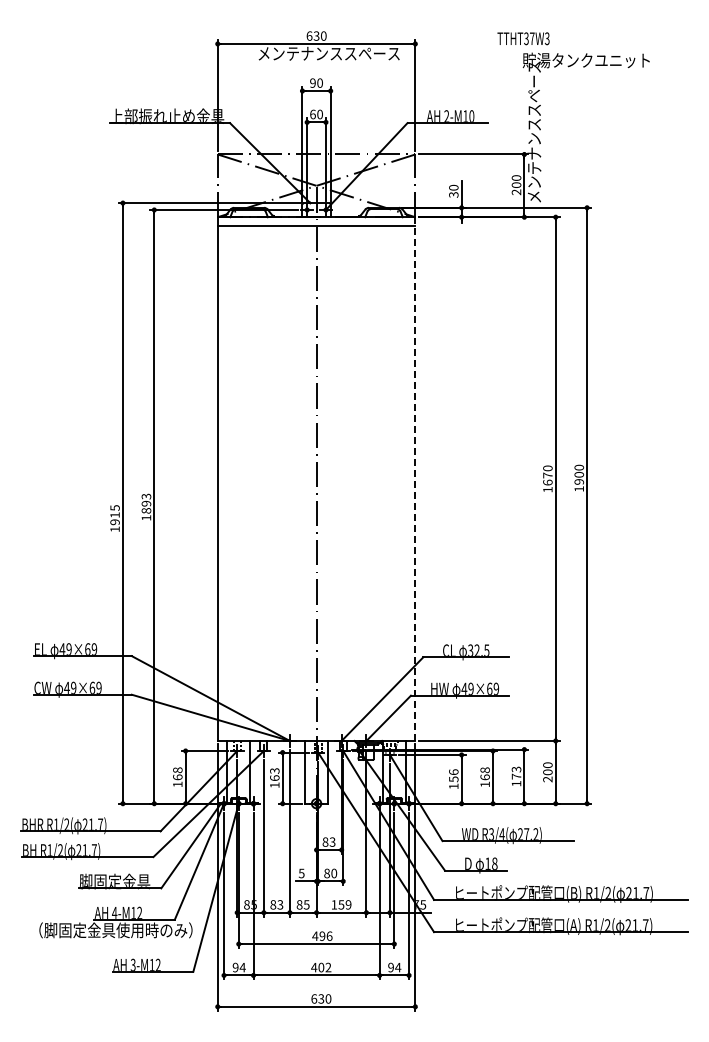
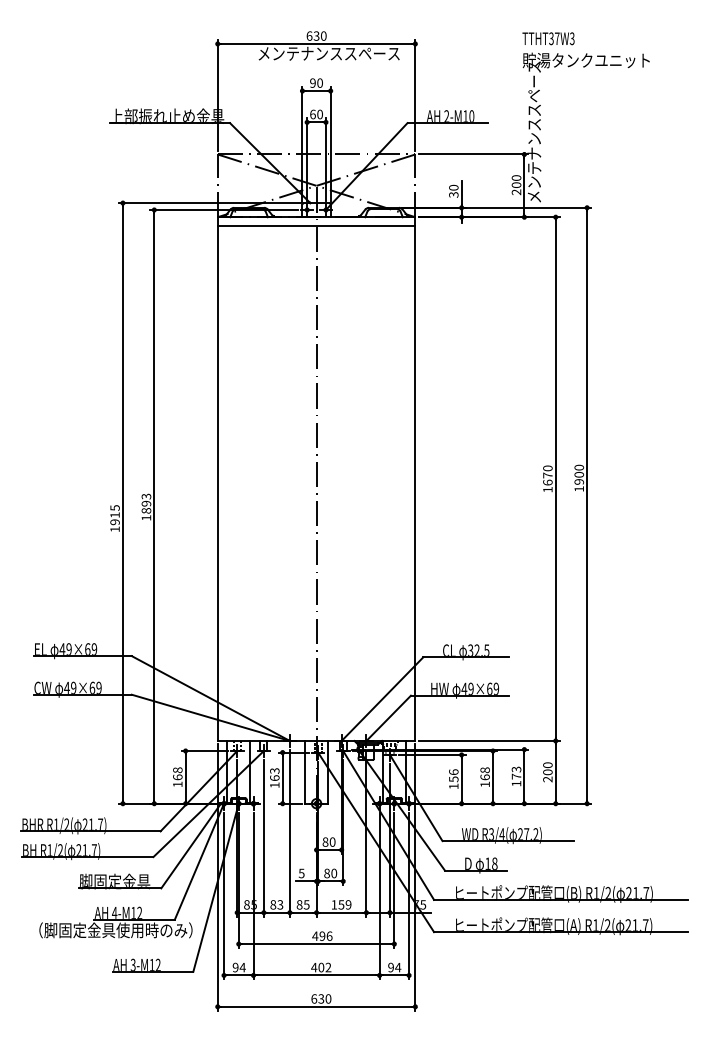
text at (523, 38) position: (523, 38) -> (548, 38)
line at (415, 479): dashed -> solid
text at (332, 841): 83 -> 80
